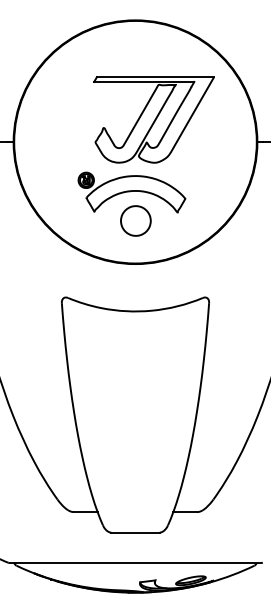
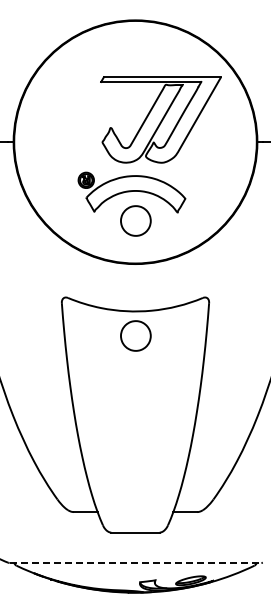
part at (153, 119) position: (153, 119) -> (160, 119)
part at (135, 335): none -> present
line at (135, 562): solid -> dashed
